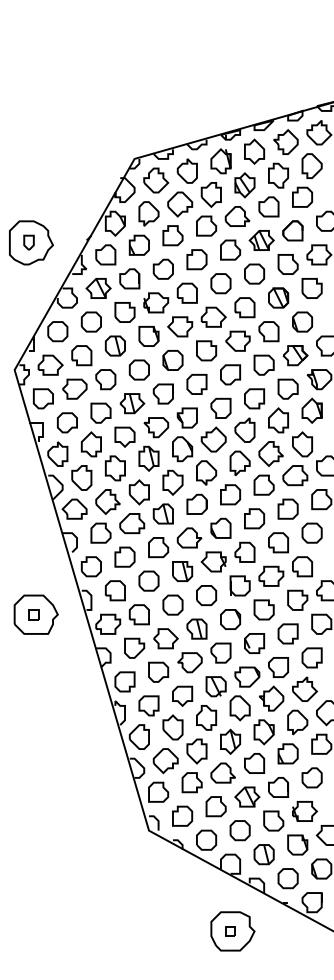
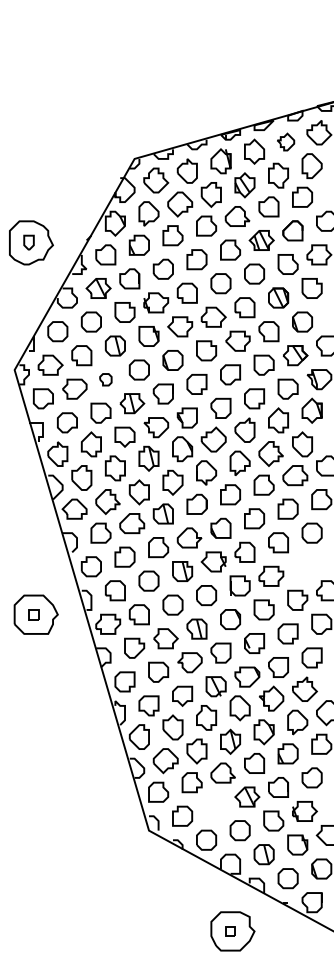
part at (285, 141) size: 26x26 px -> 19x20 px
part at (105, 379) size: 22x22 px -> 14x14 px
part at (302, 566): present -> none
part at (215, 806): present -> none
